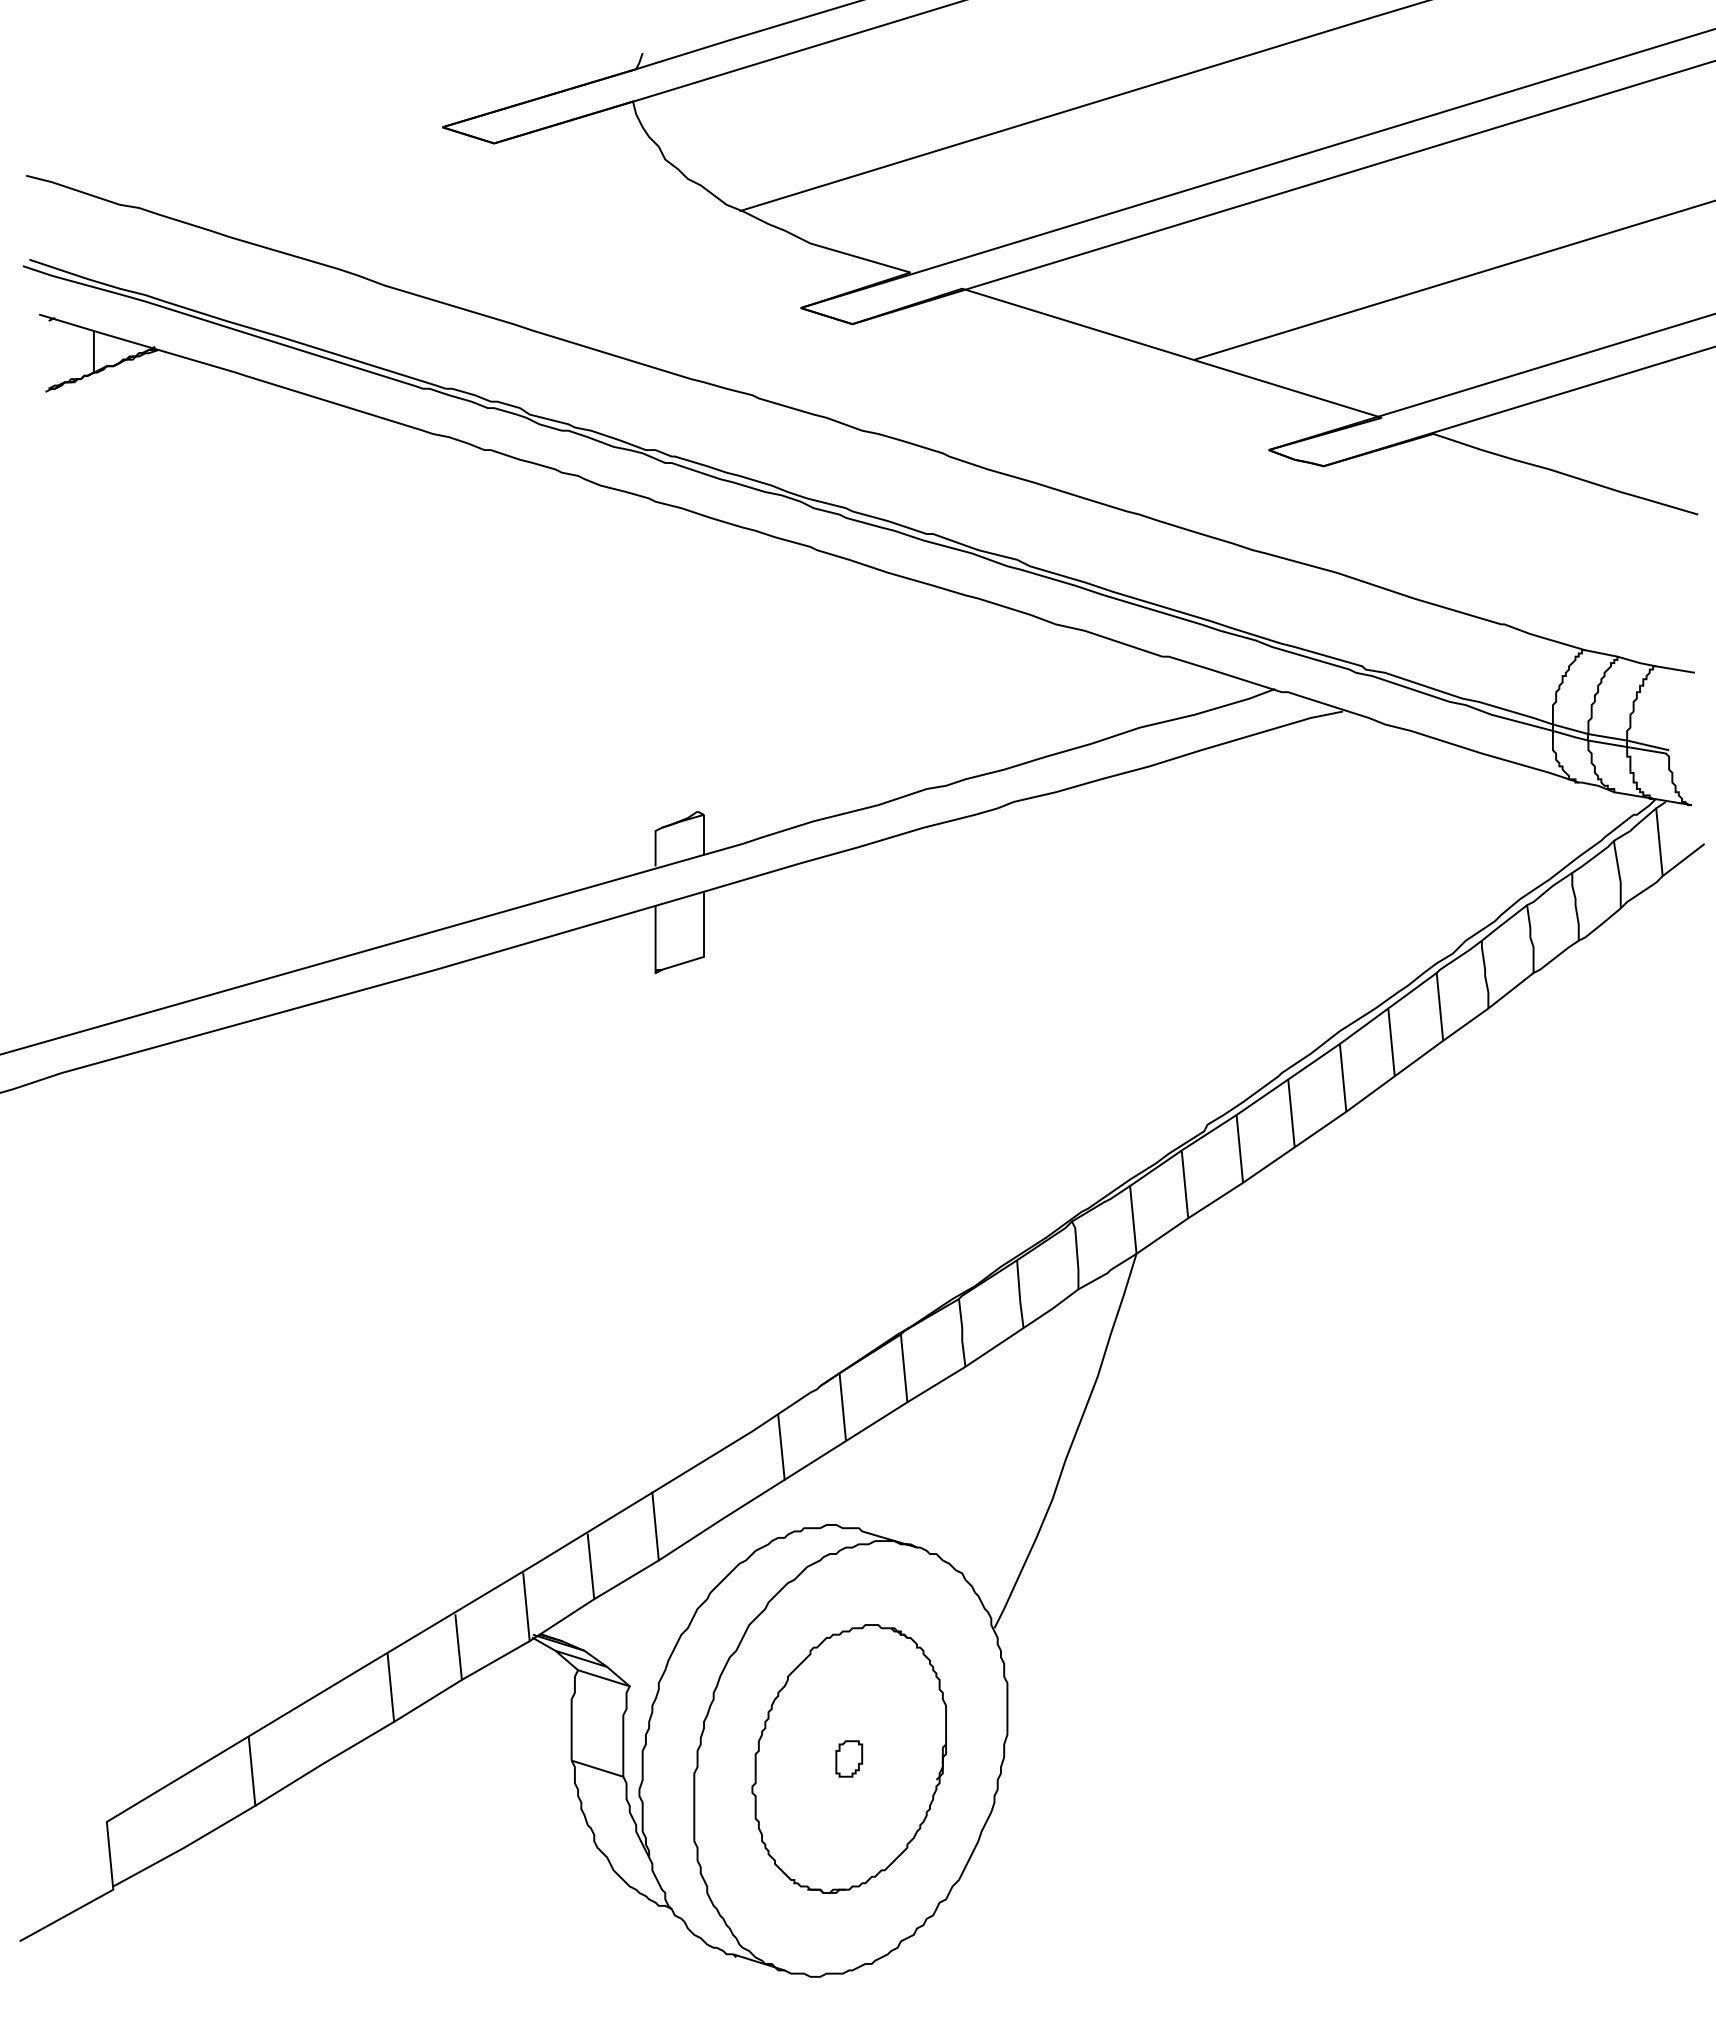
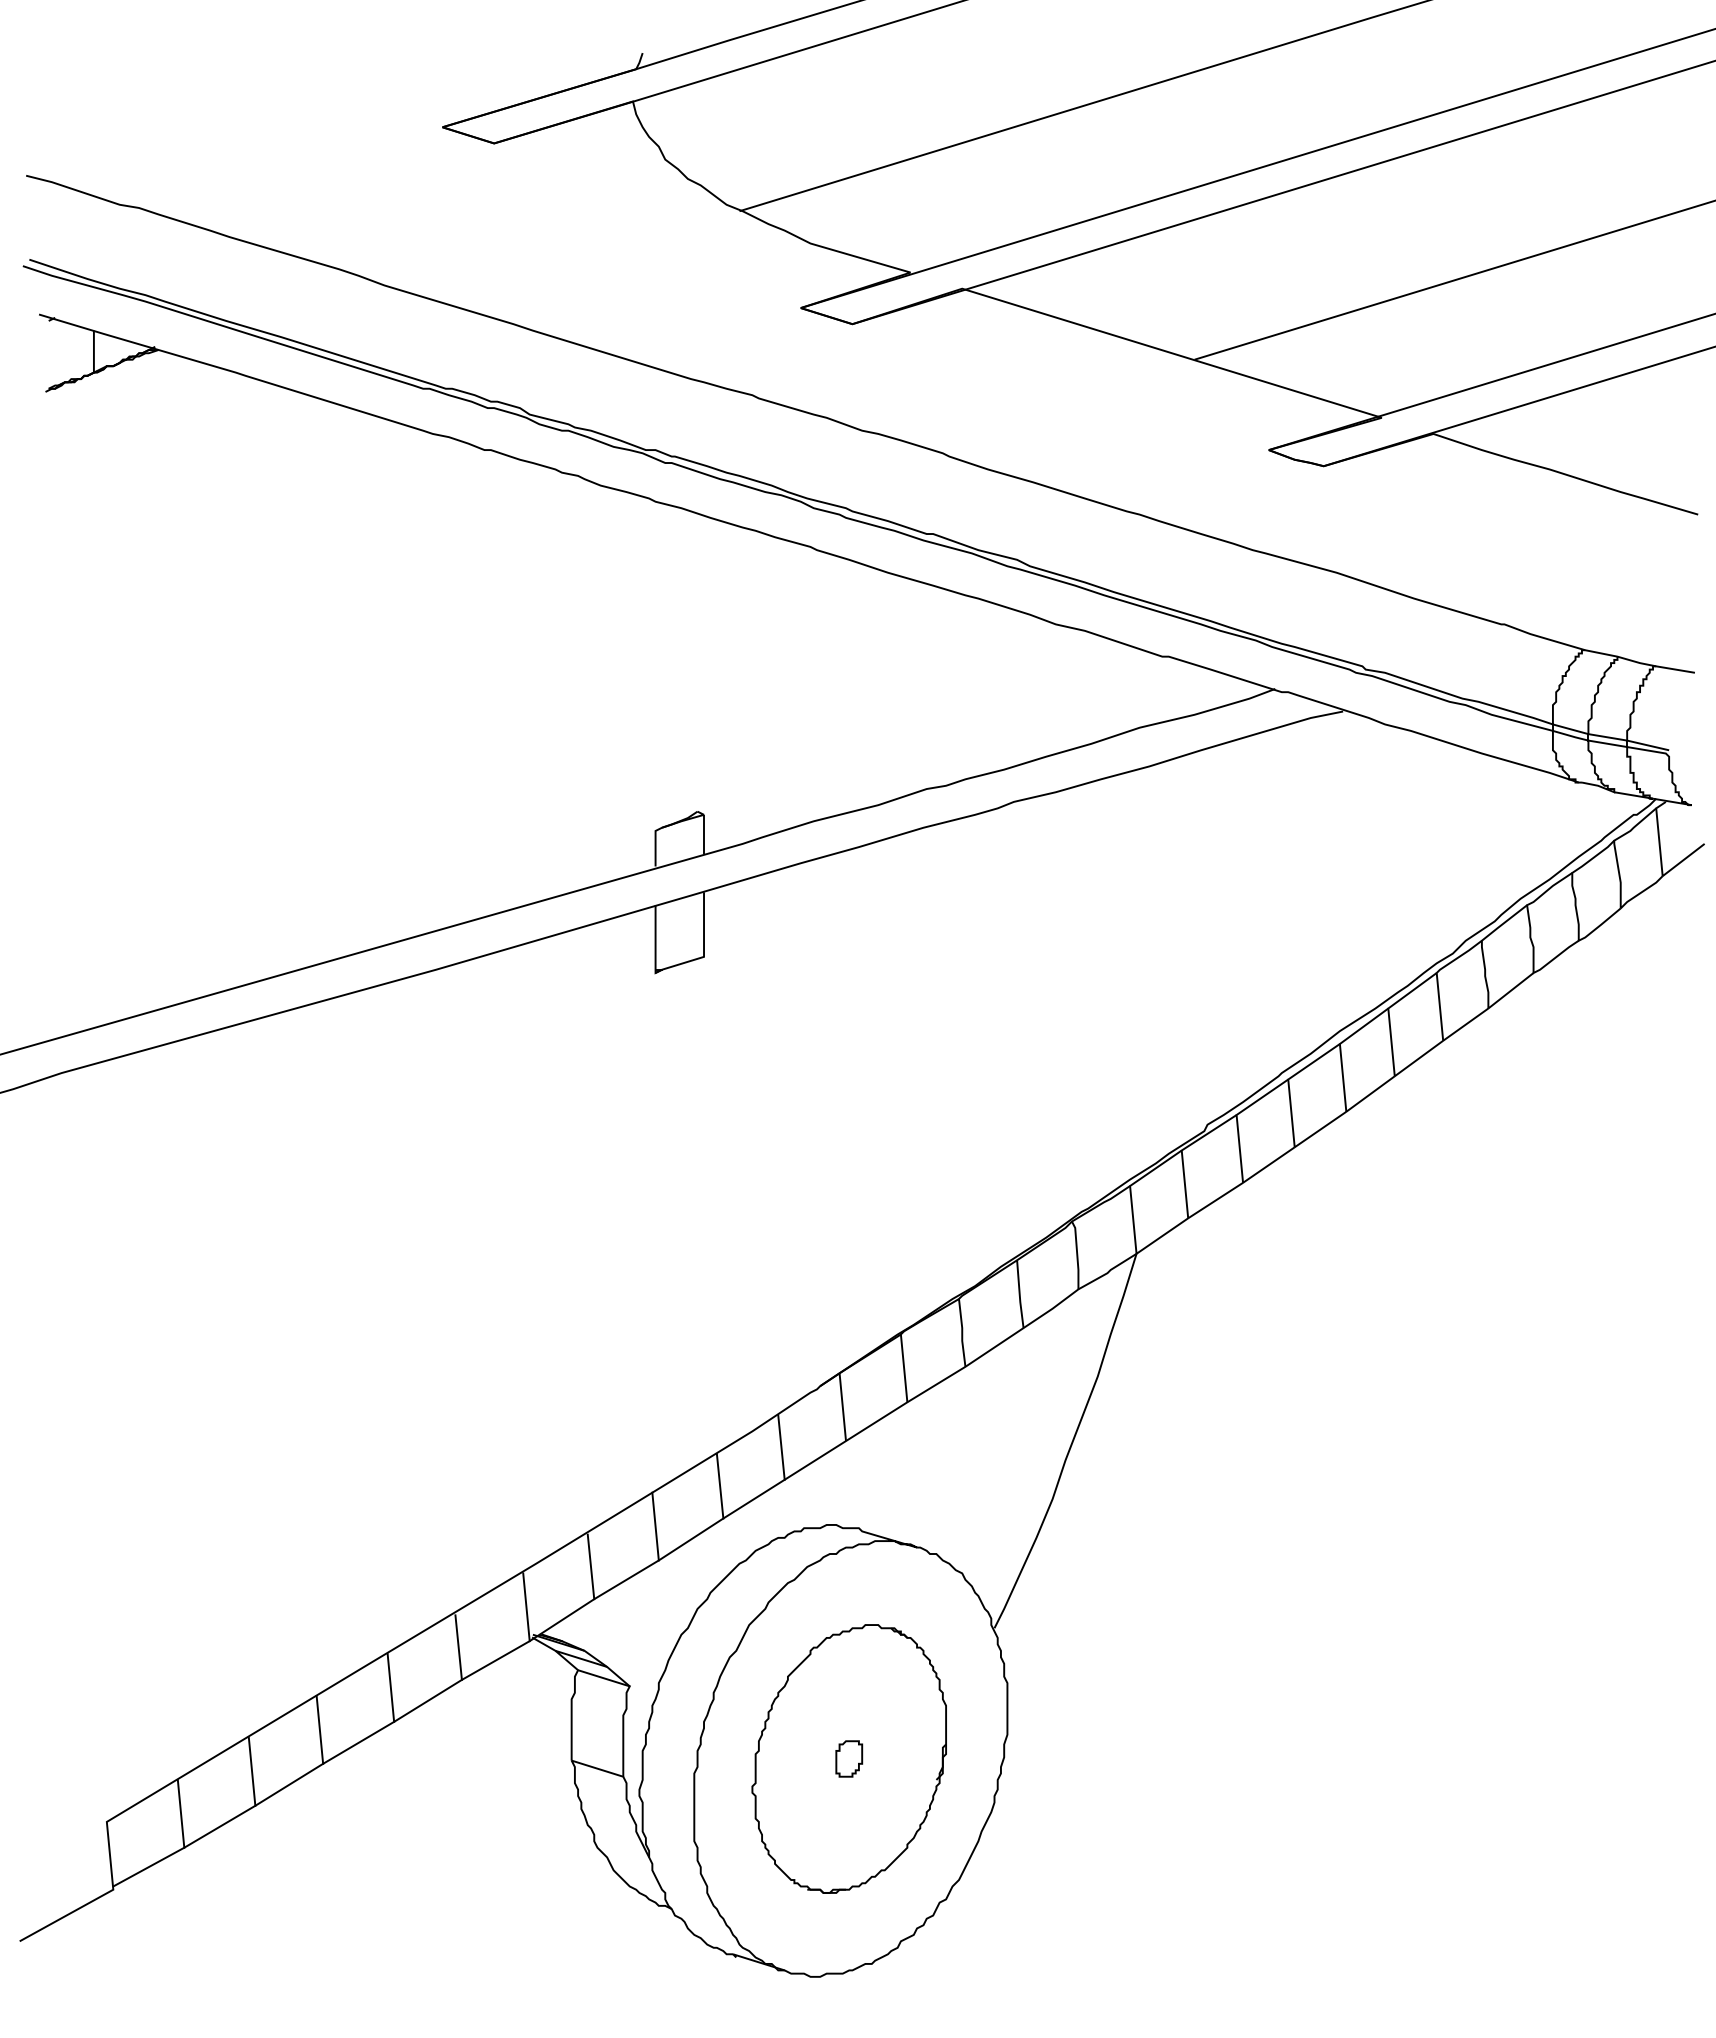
line at (719, 1485): none -> present
line at (319, 1729): none -> present
line at (180, 1813): none -> present
